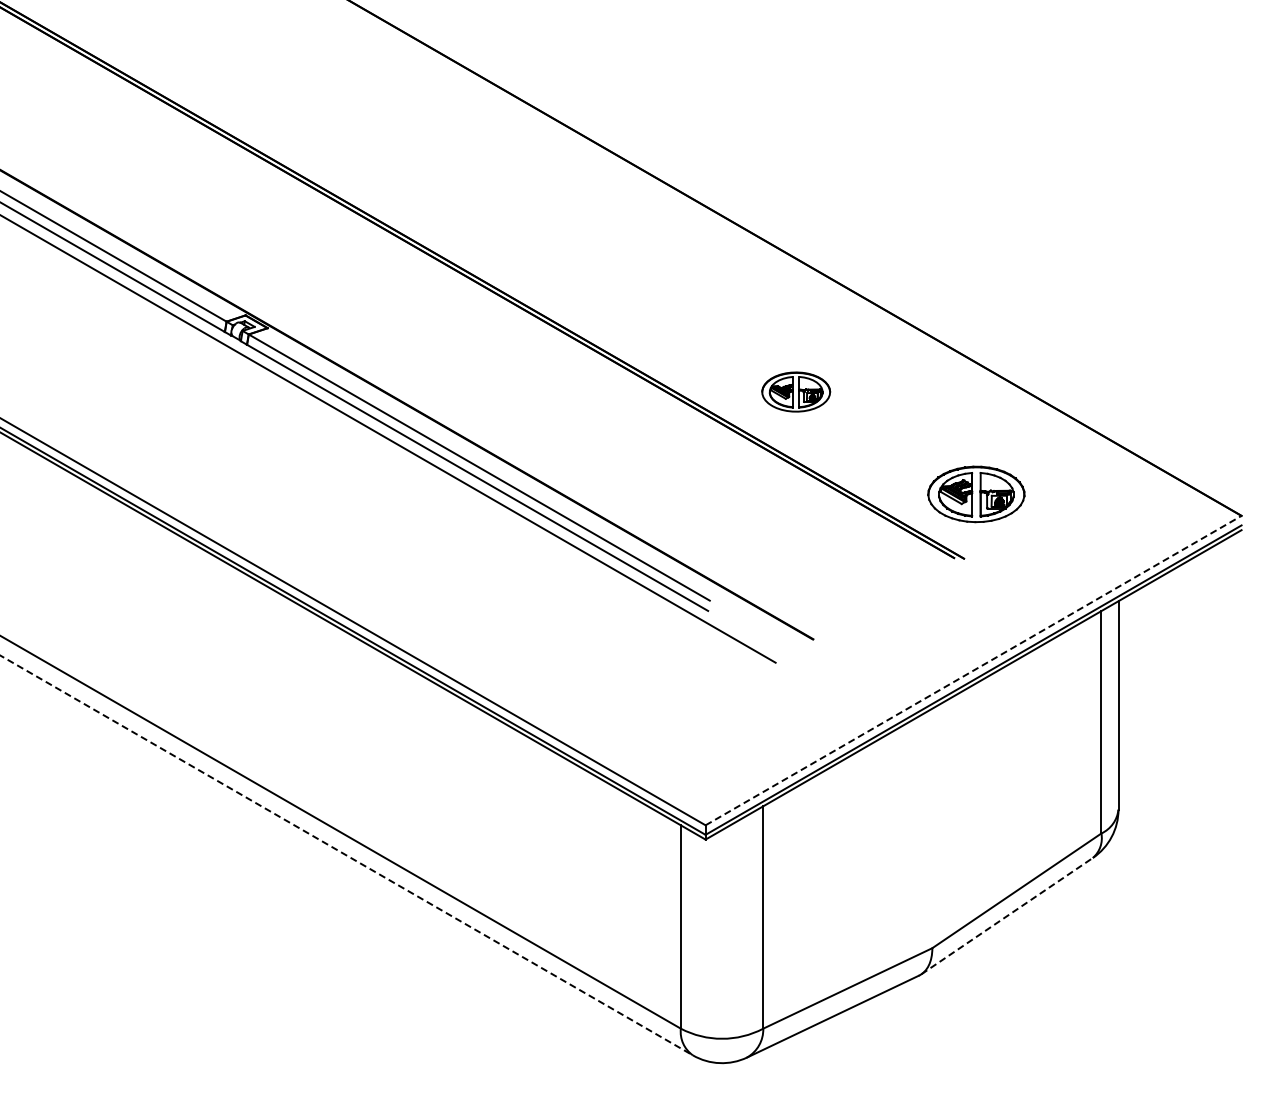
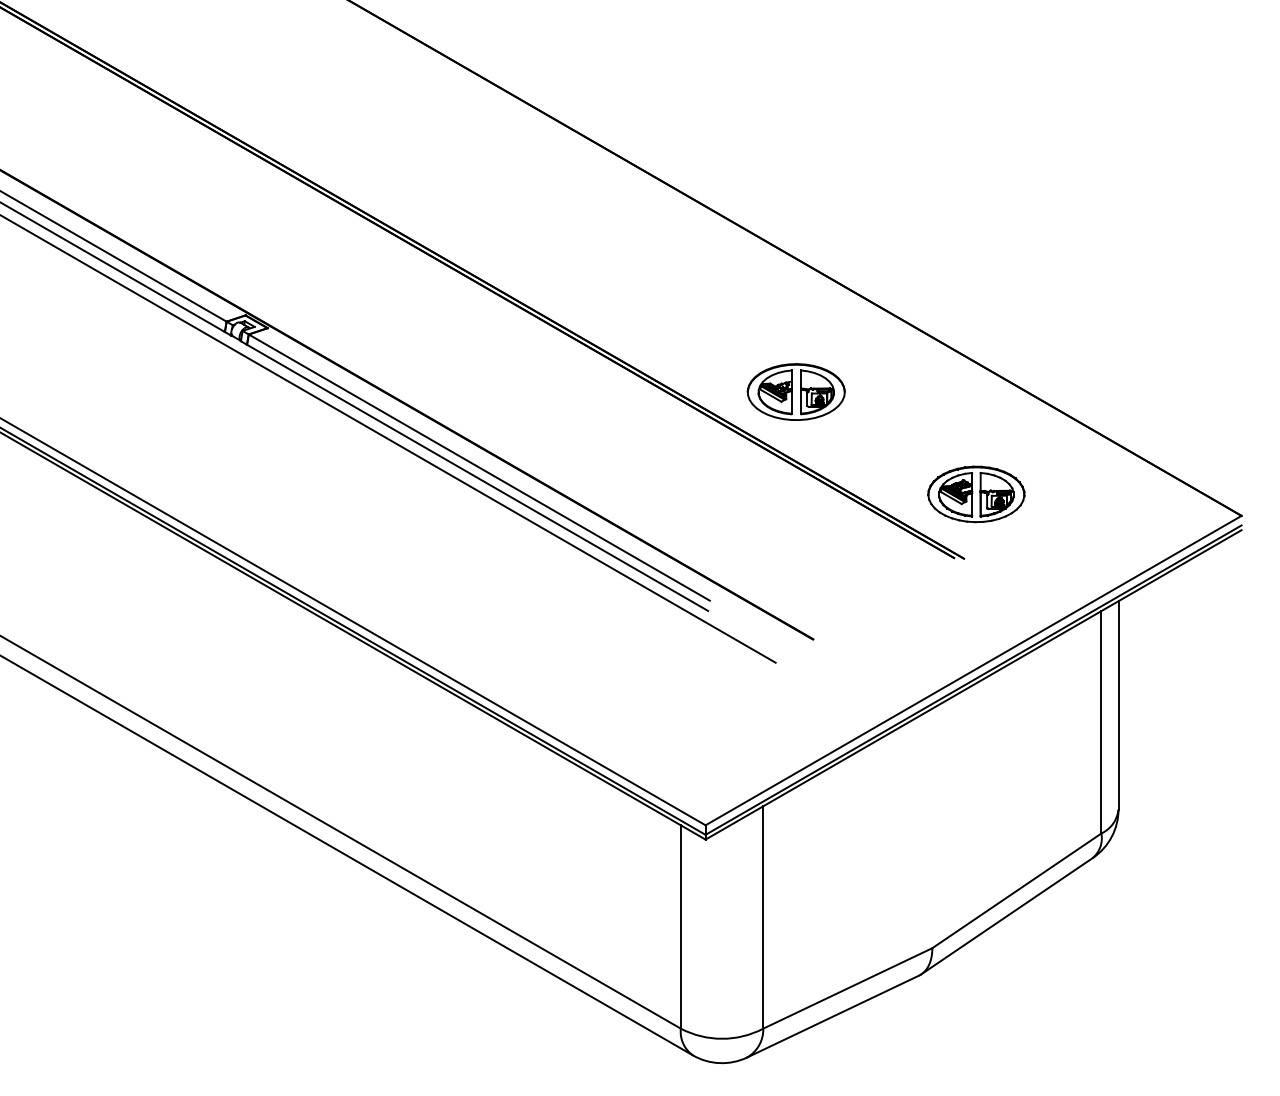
part at (796, 391) size: 71x42 px -> 100x58 px
line at (974, 670): dashed -> solid
line at (346, 855): dashed -> solid
line at (1007, 916): dashed -> solid
